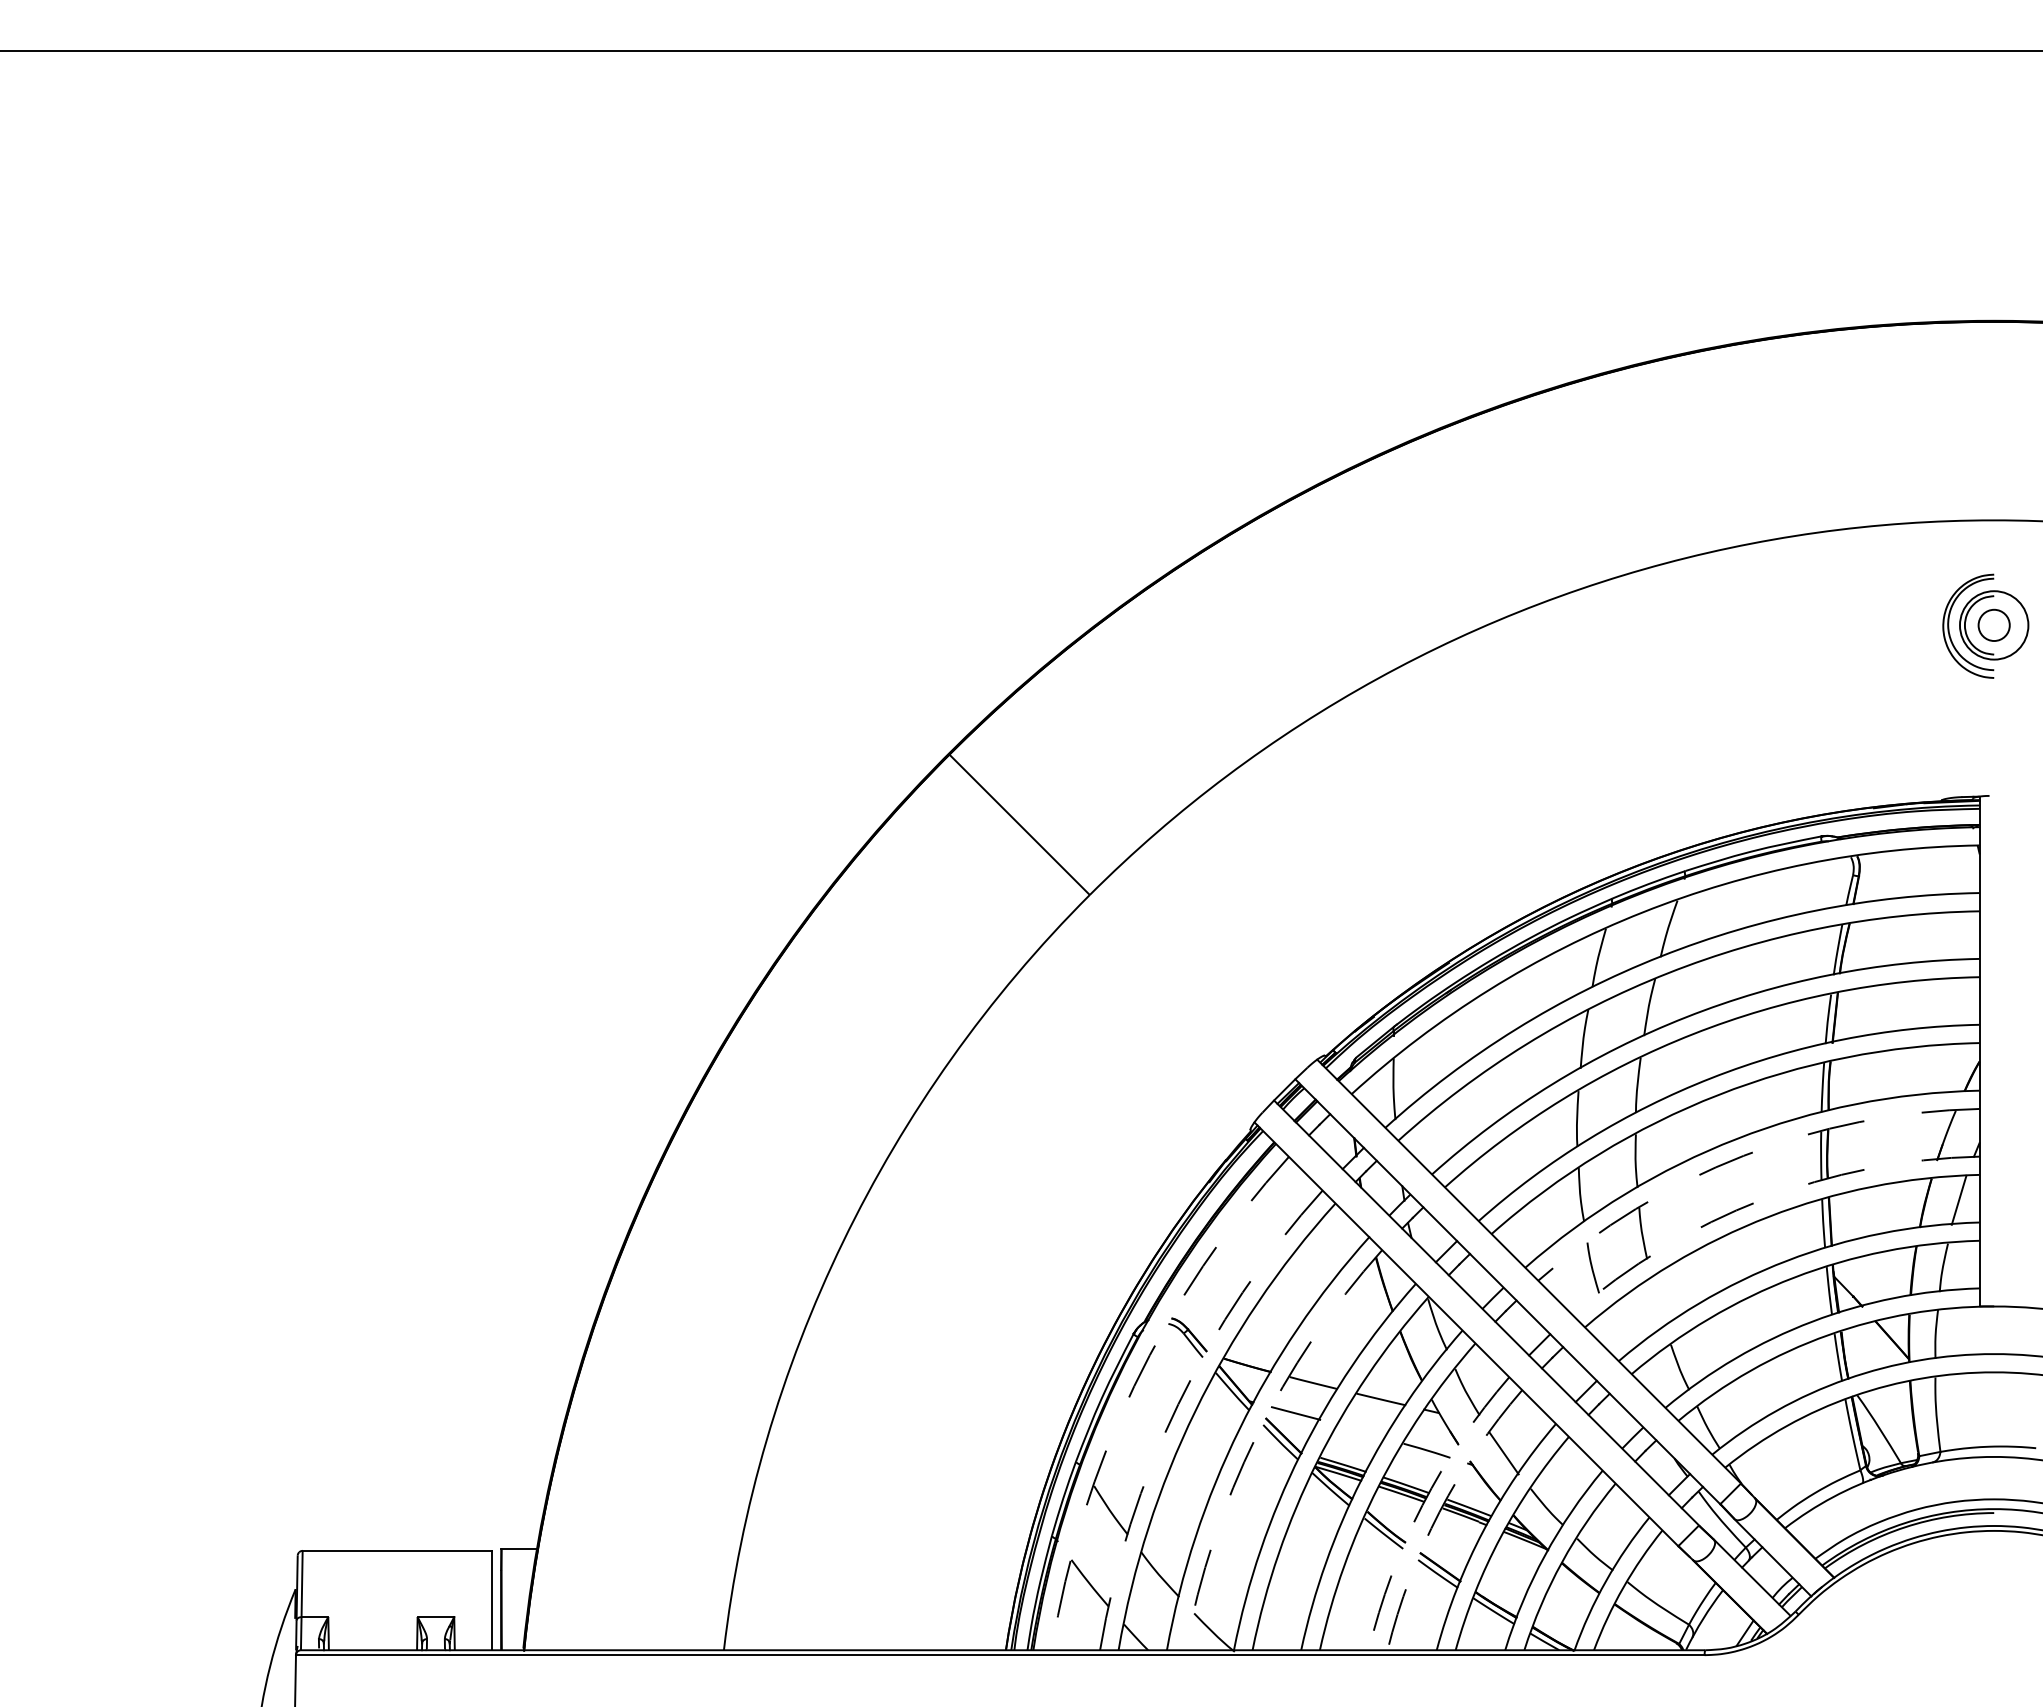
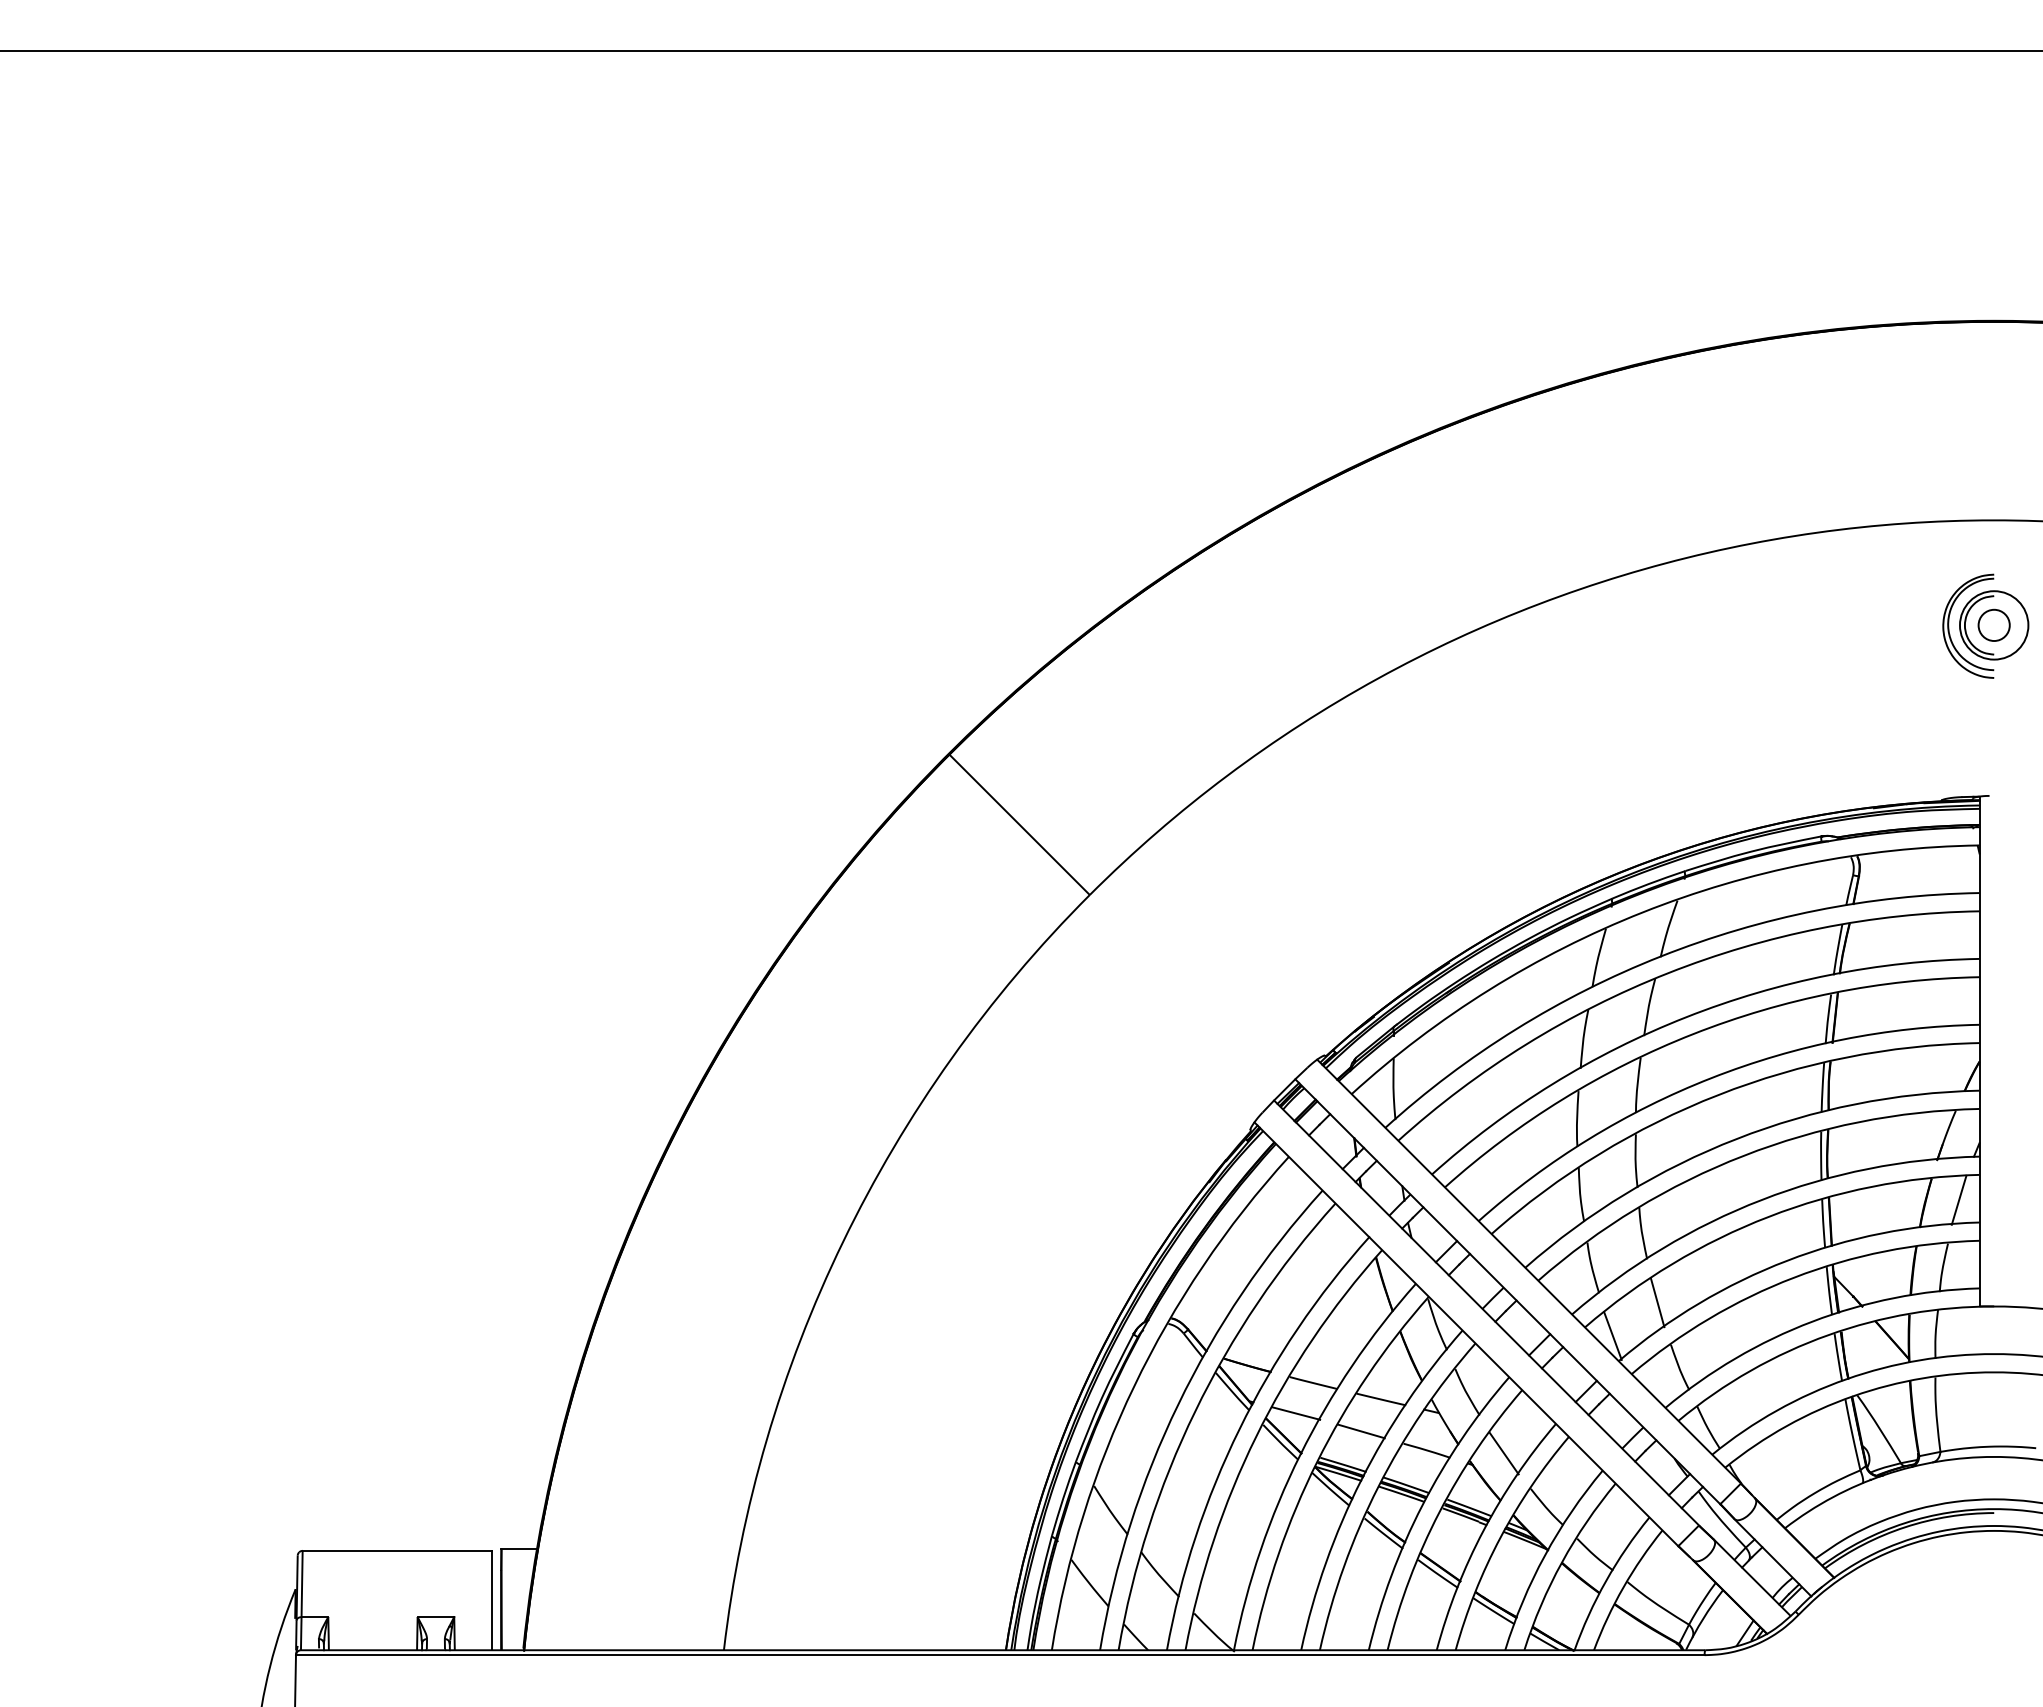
arc at (1743, 1155): dashed -> solid
arc at (1761, 1199): dashed -> solid
line at (1657, 1302): none -> present
line at (1612, 1335): none -> present
arc at (1134, 1386): dashed -> solid
arc at (1178, 1404): dashed -> solid
line at (1361, 1431): none -> present
arc at (1256, 1436): dashed -> solid
arc at (1422, 1505): dashed -> solid
arc at (1439, 1512): dashed -> solid
